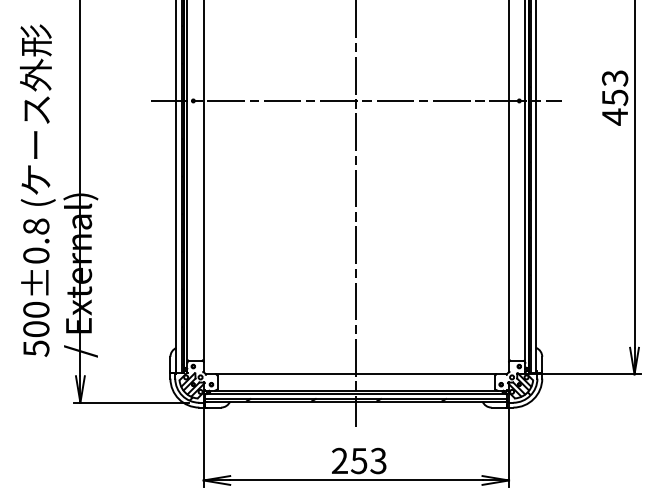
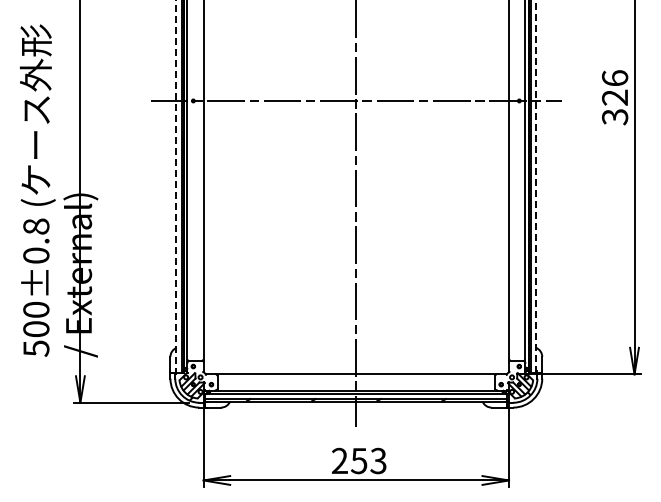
text at (615, 97): 453 -> 326
line at (536, 185): solid -> dashed
line at (176, 186): solid -> dashed
